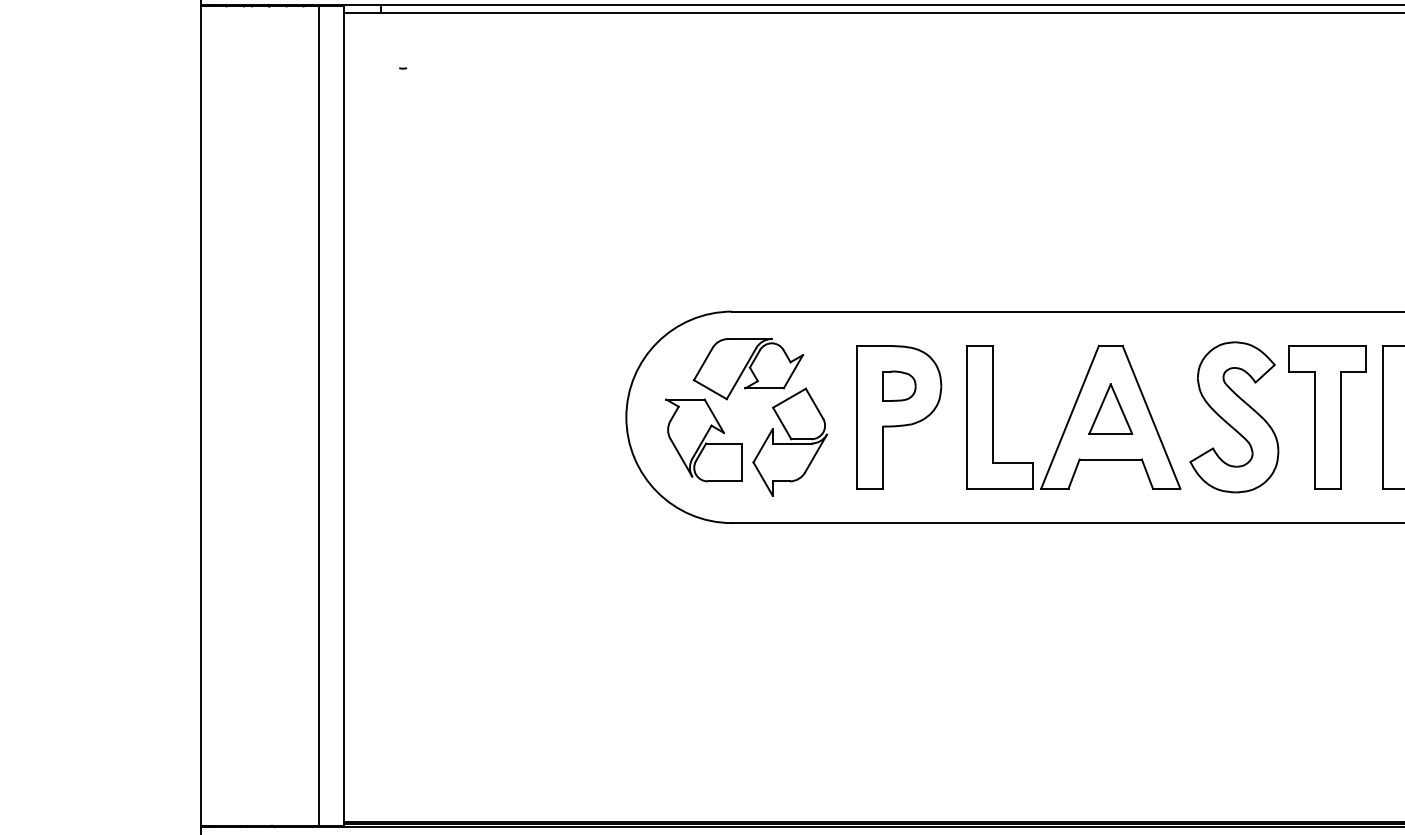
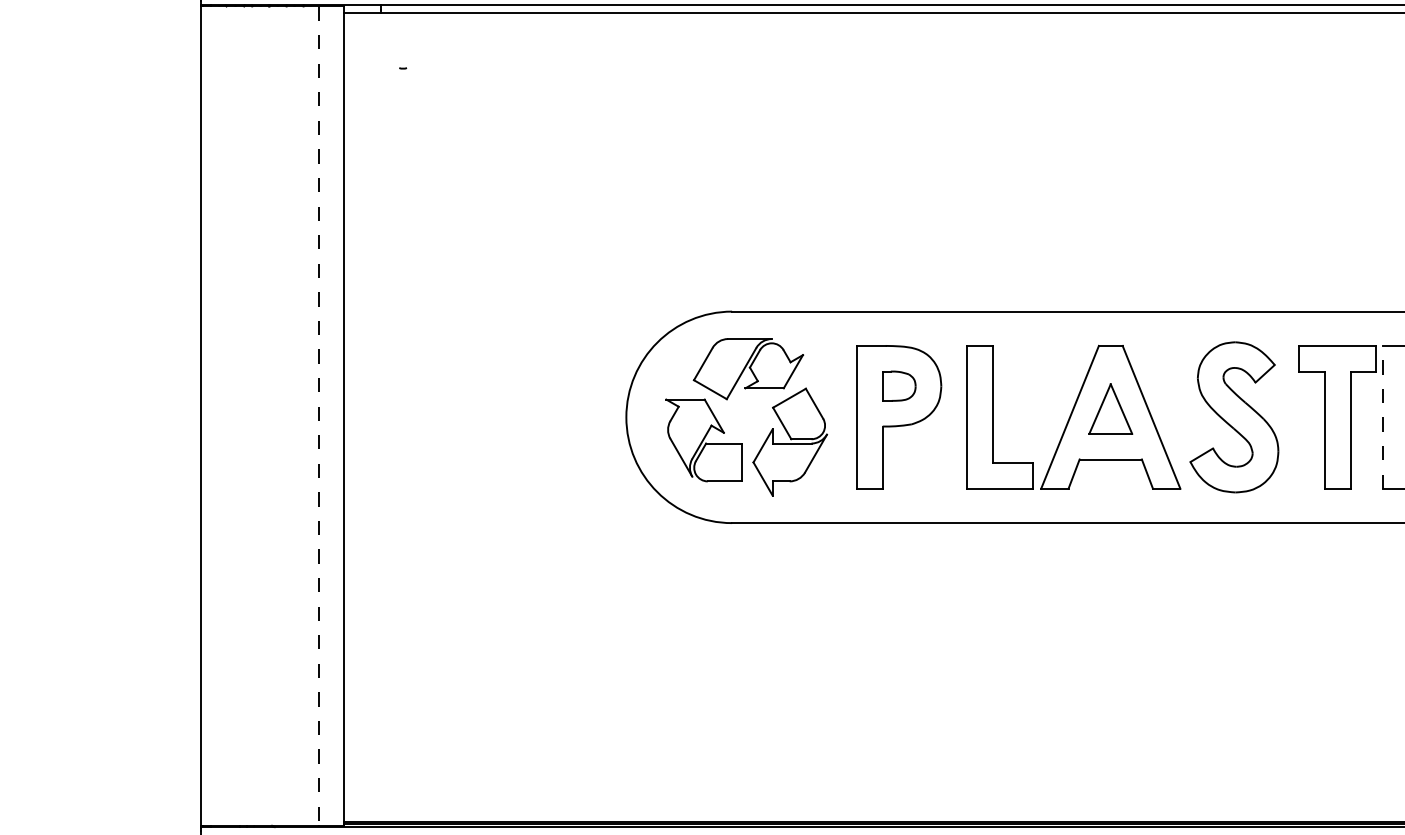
line at (319, 416): solid -> dashed
line at (1382, 416): solid -> dashed
part at (1327, 417) position: (1327, 417) -> (1337, 417)
